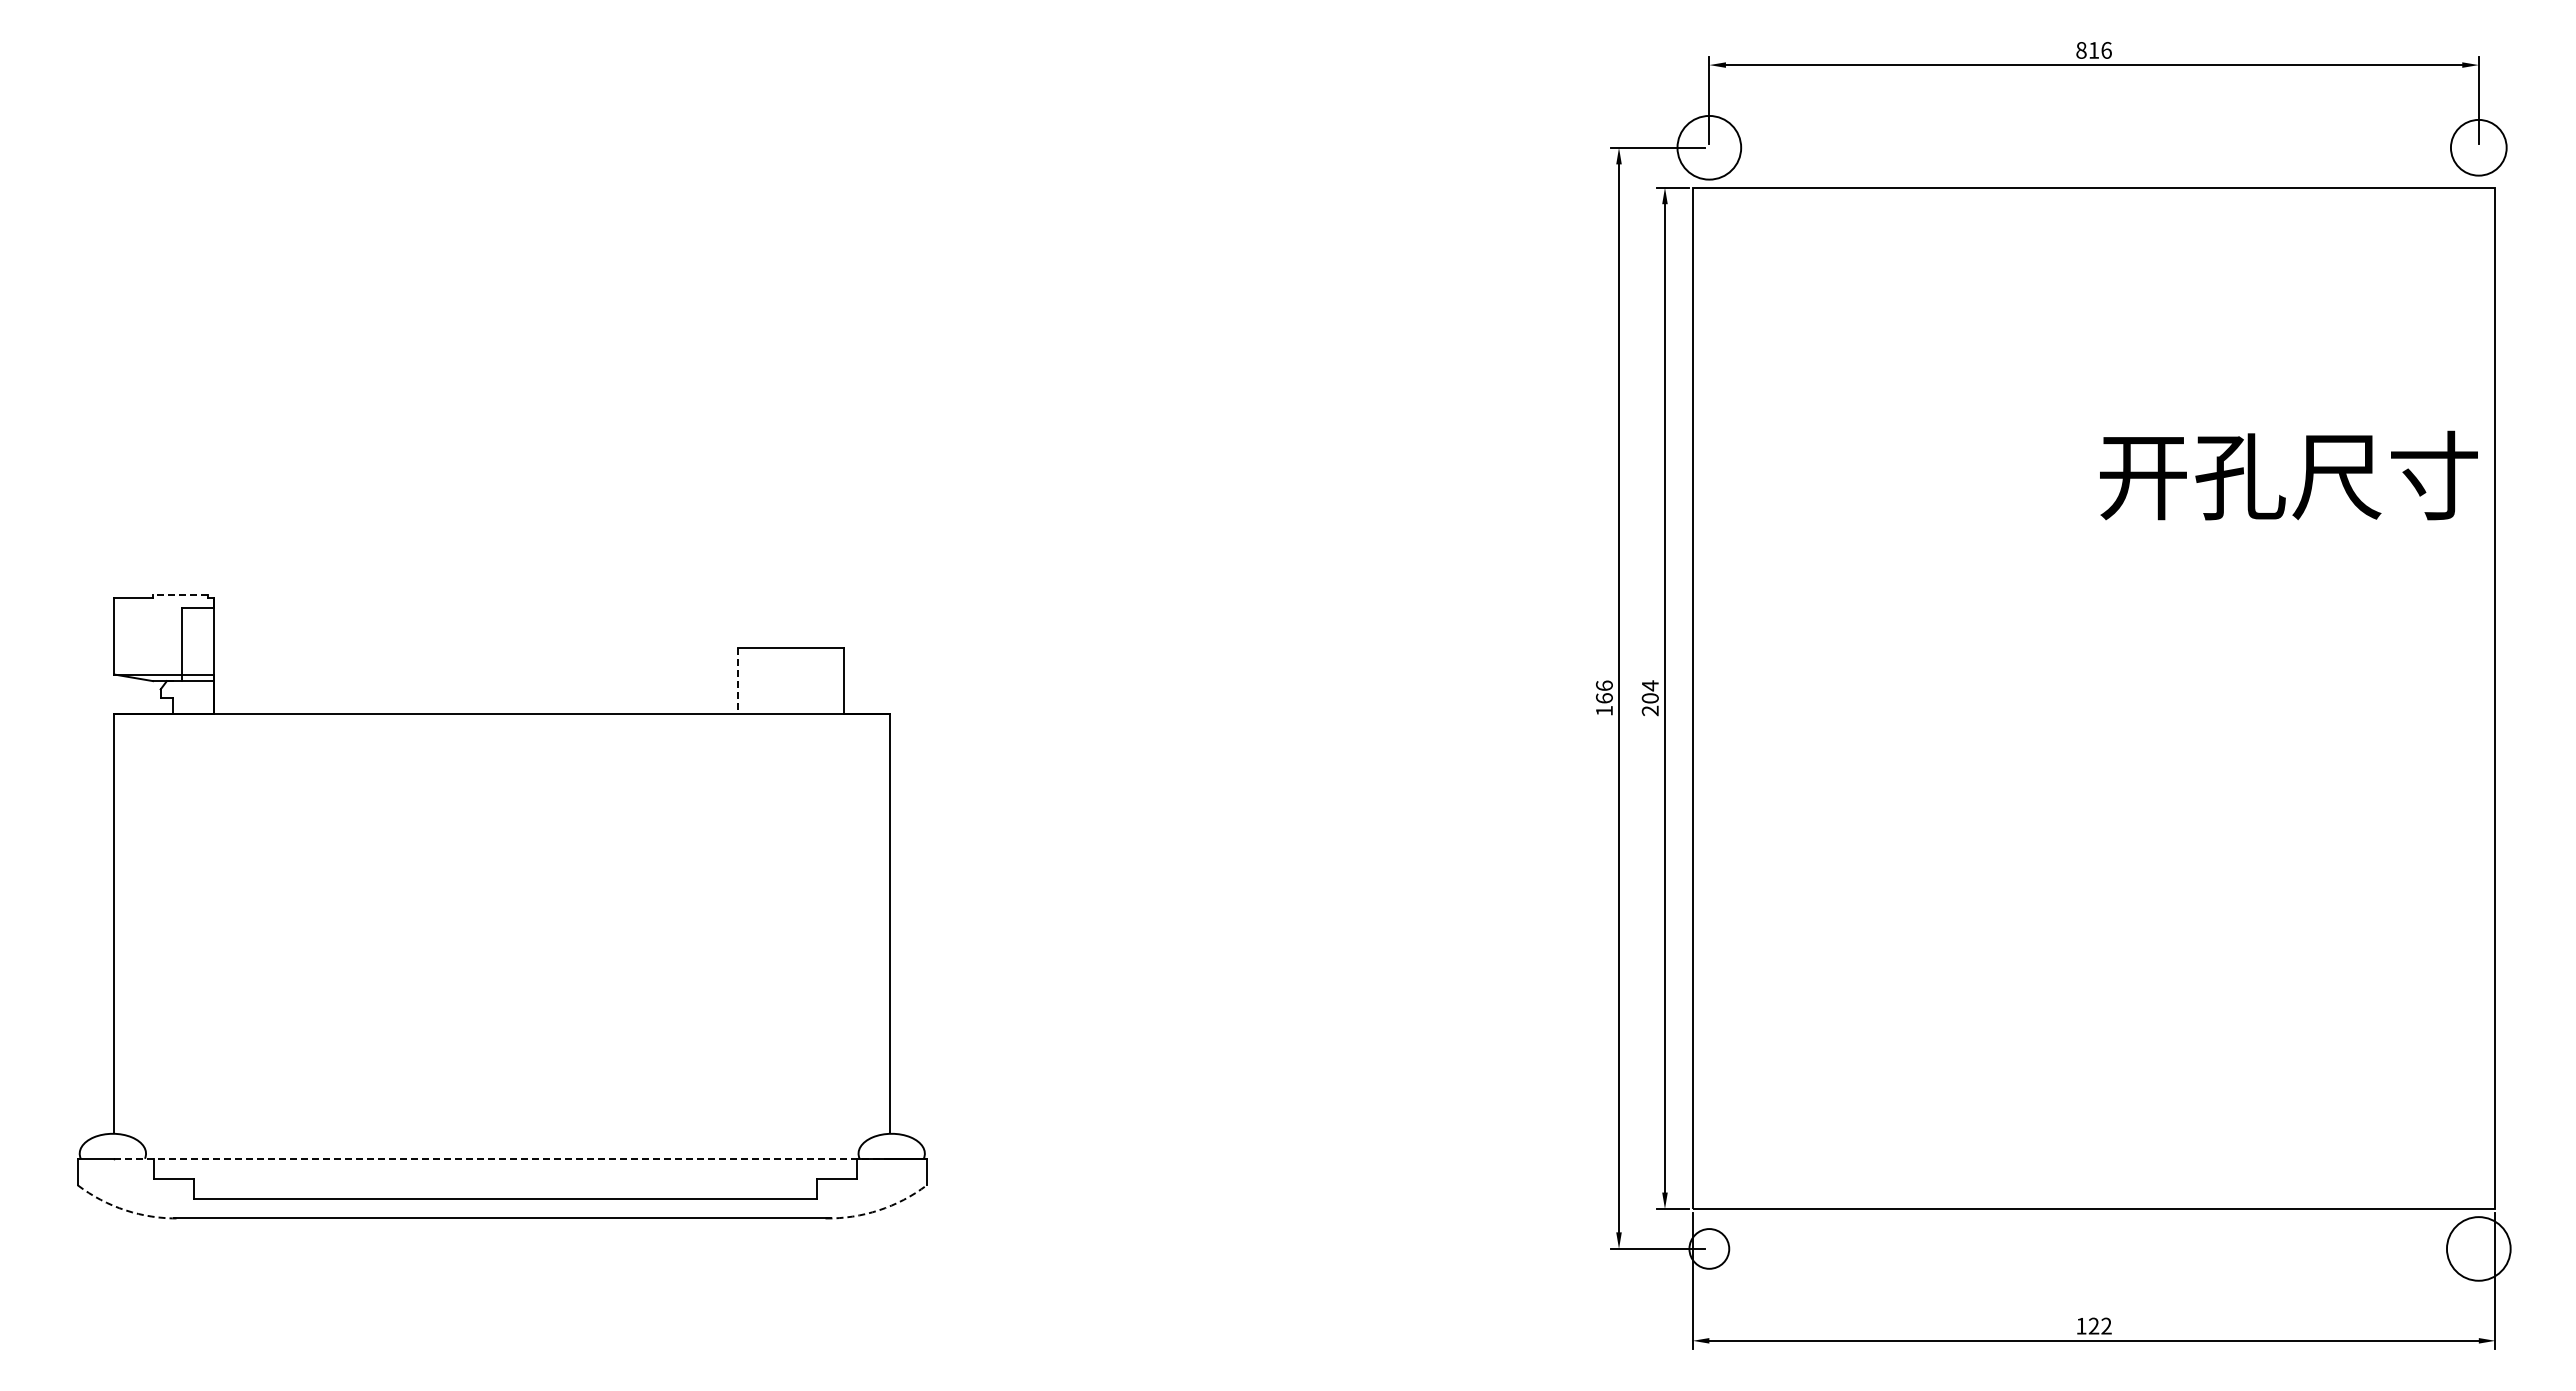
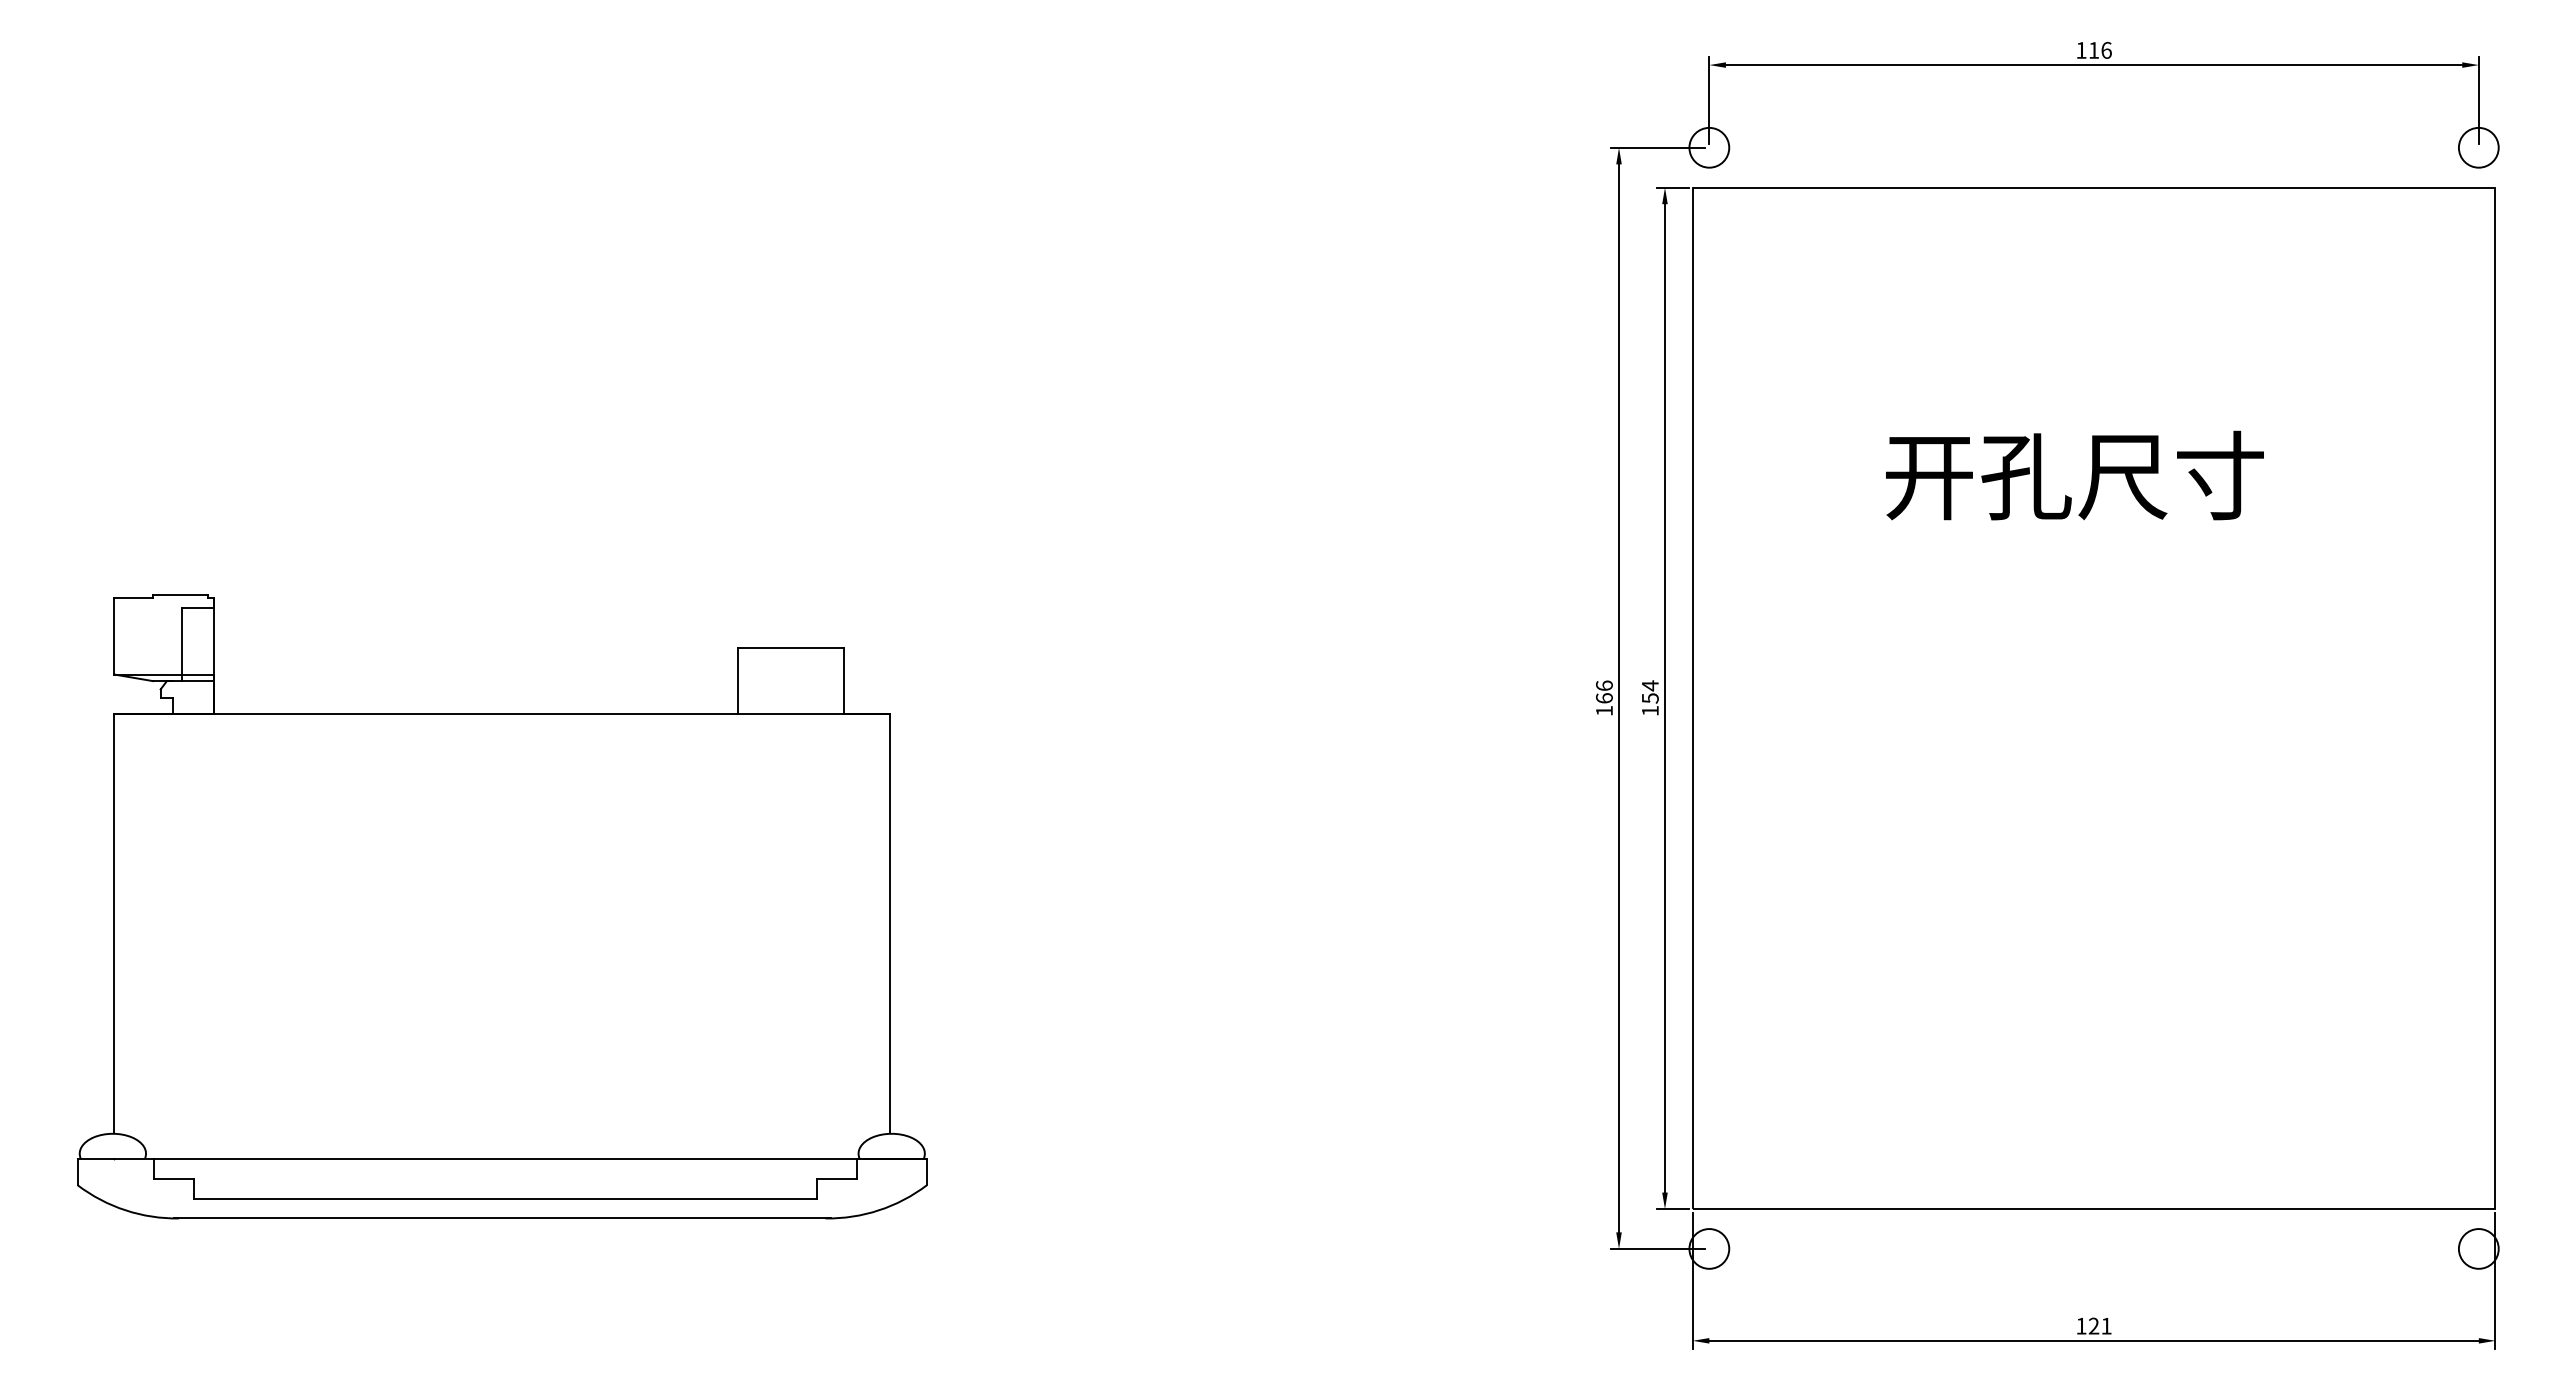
text at (2081, 50): 816 -> 116
circle at (1709, 147) diameter: 64 px -> 40 px
circle at (2478, 147) diameter: 56 px -> 40 px
text at (2288, 475) position: (2288, 475) -> (2074, 475)
line at (179, 594): dashed -> solid
line at (737, 681): dashed -> solid
text at (1649, 704): 204 -> 154
line at (502, 1158): dashed -> solid
arc at (125, 1210): dashed -> solid
arc at (878, 1210): dashed -> solid
circle at (2478, 1248) diameter: 64 px -> 40 px
text at (2106, 1325): 122 -> 121
